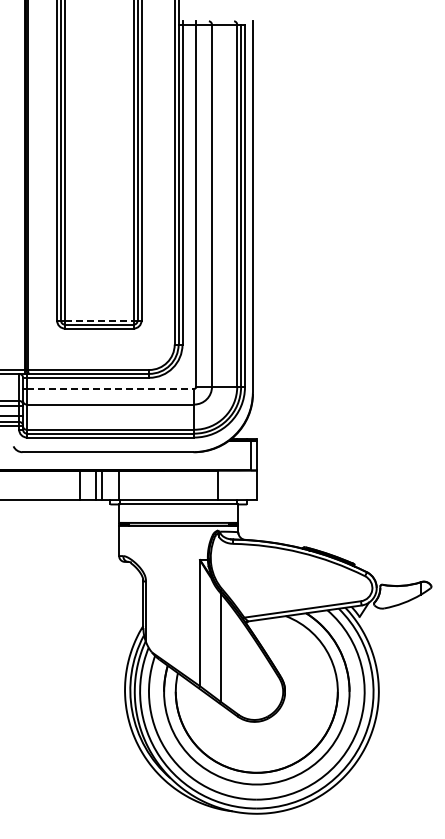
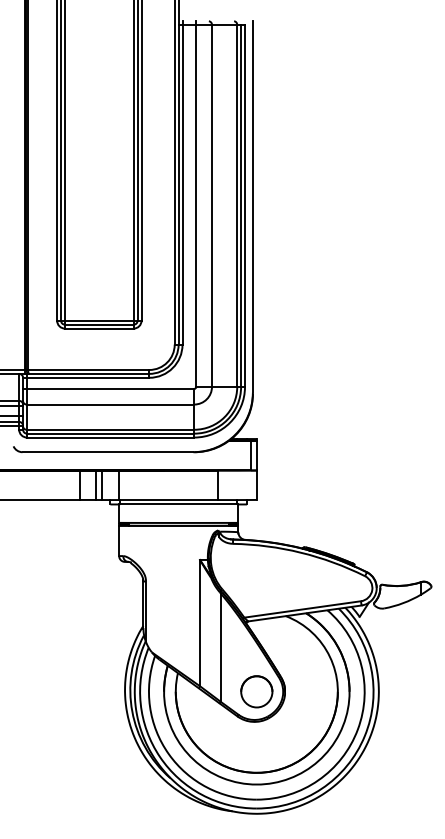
line at (99, 320): dashed -> solid
line at (110, 388): dashed -> solid
circle at (256, 691): none -> present
